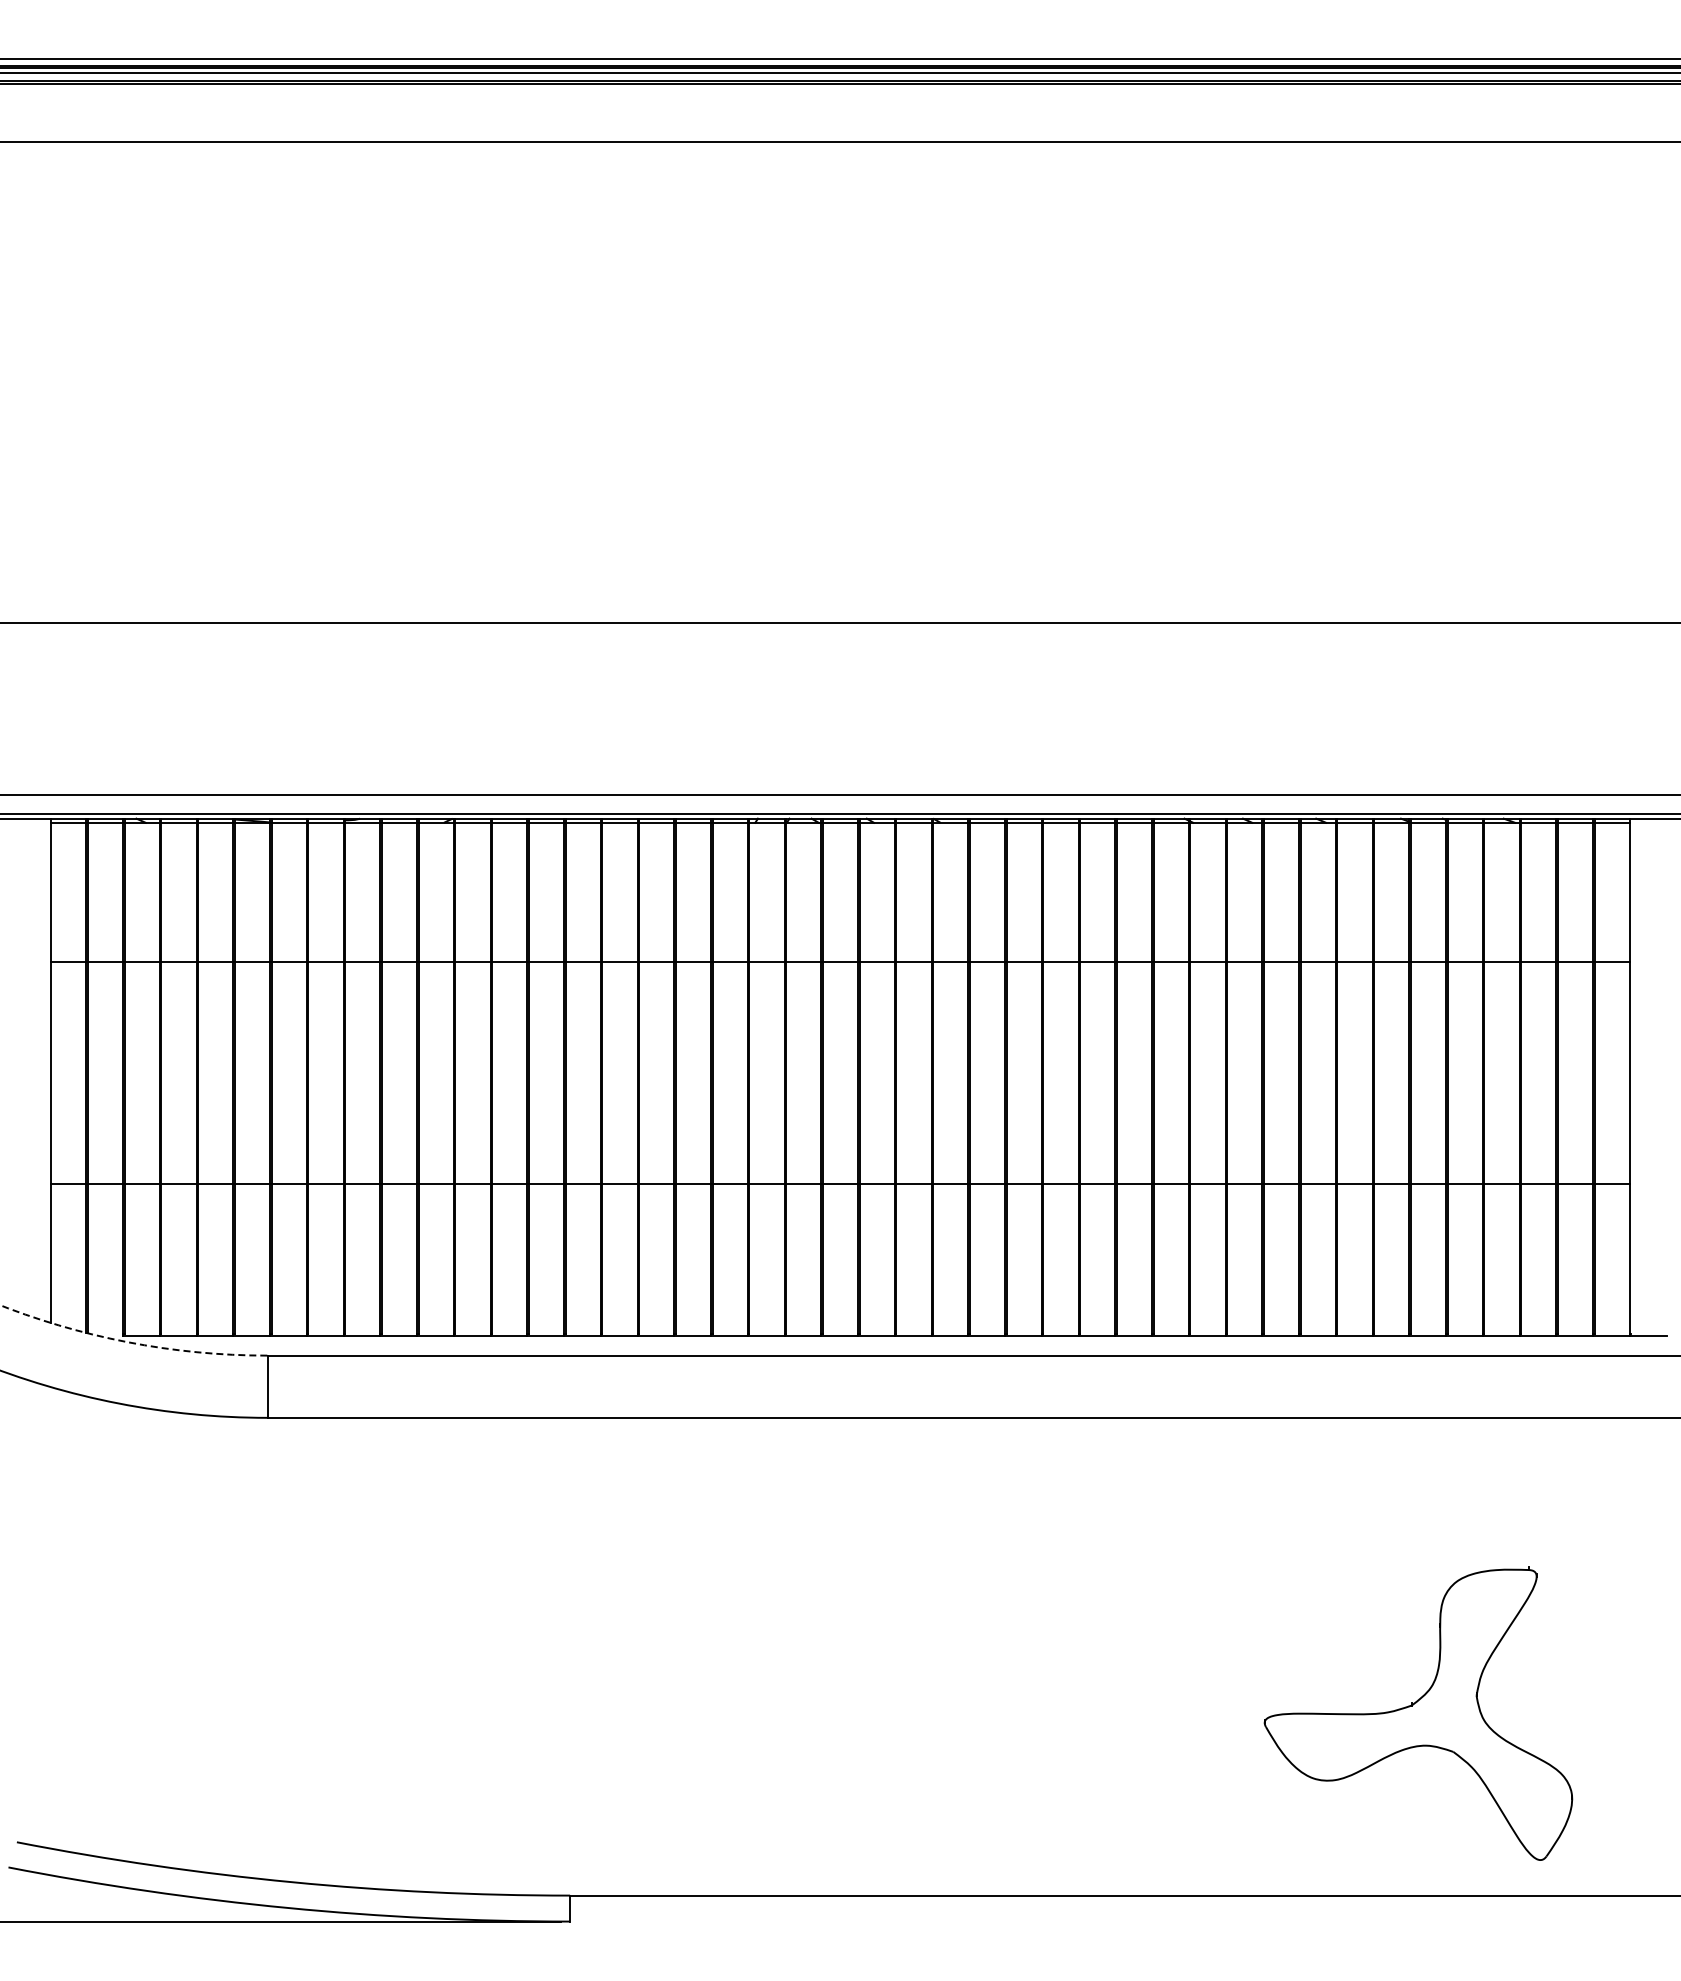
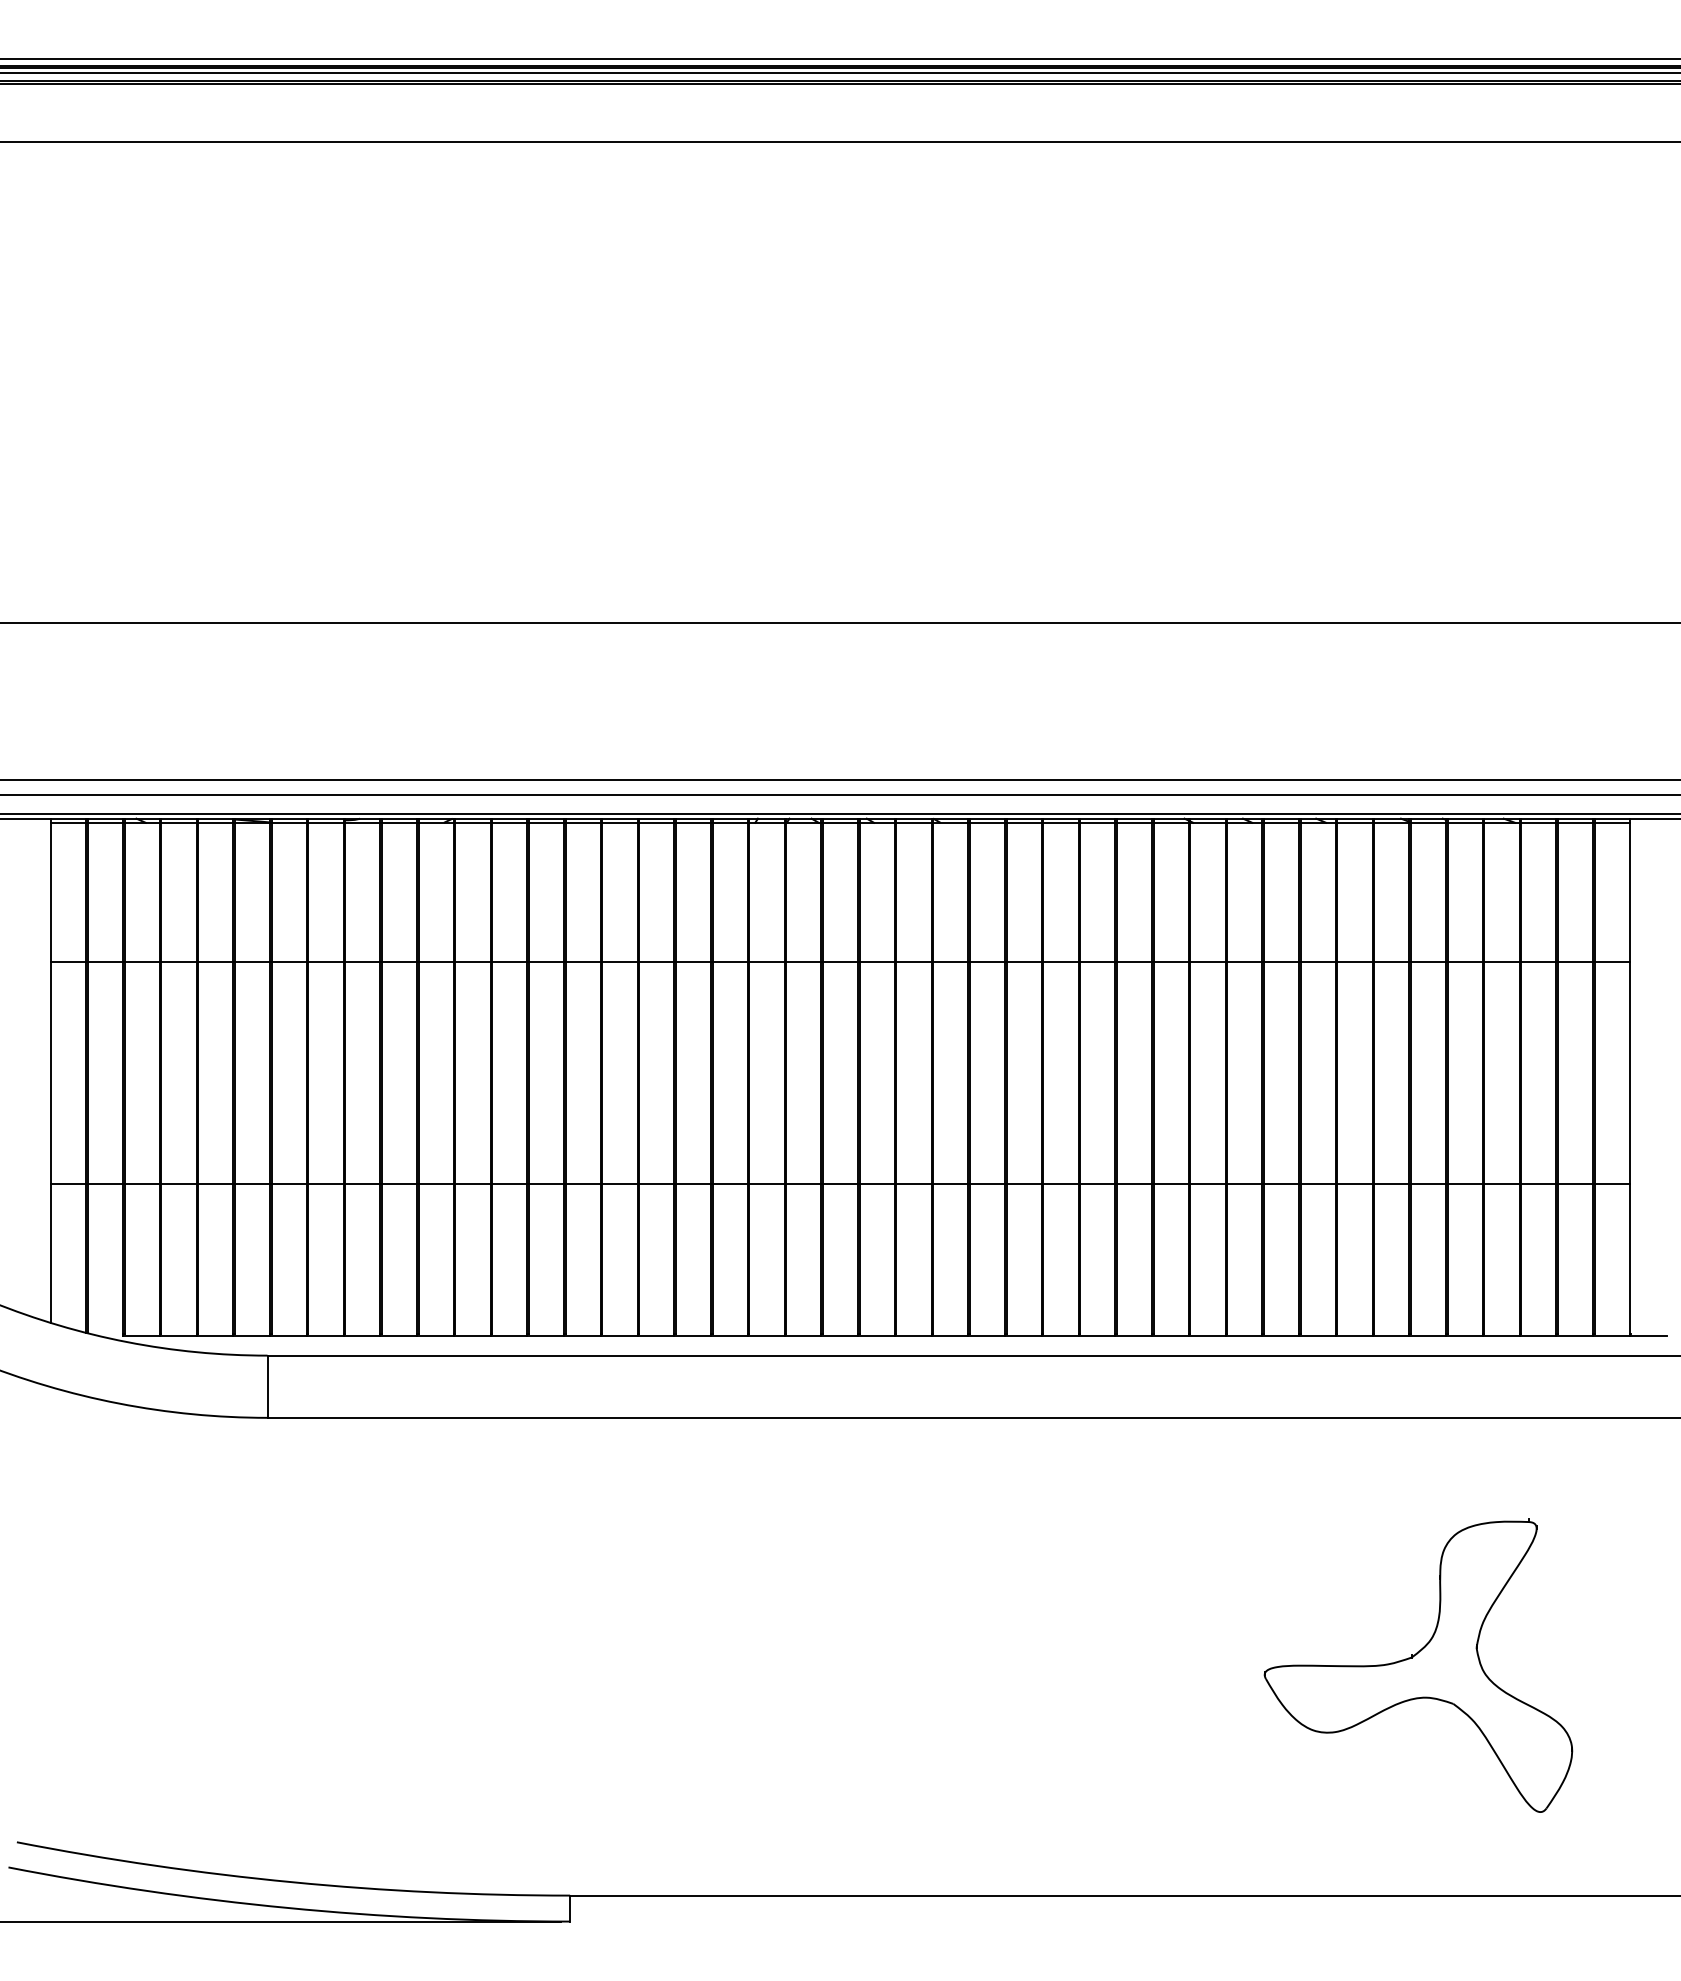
line at (839, 779): none -> present
arc at (131, 1342): dashed -> solid
part at (1418, 1713) position: (1418, 1713) -> (1418, 1665)
